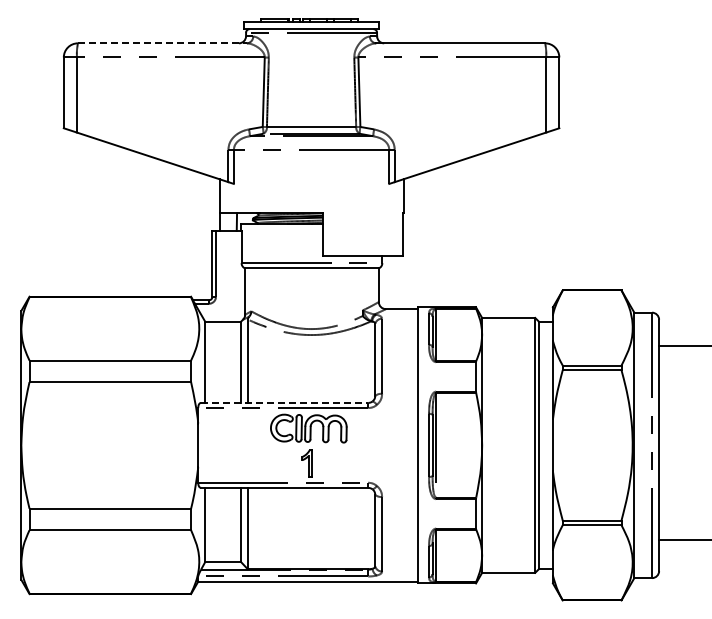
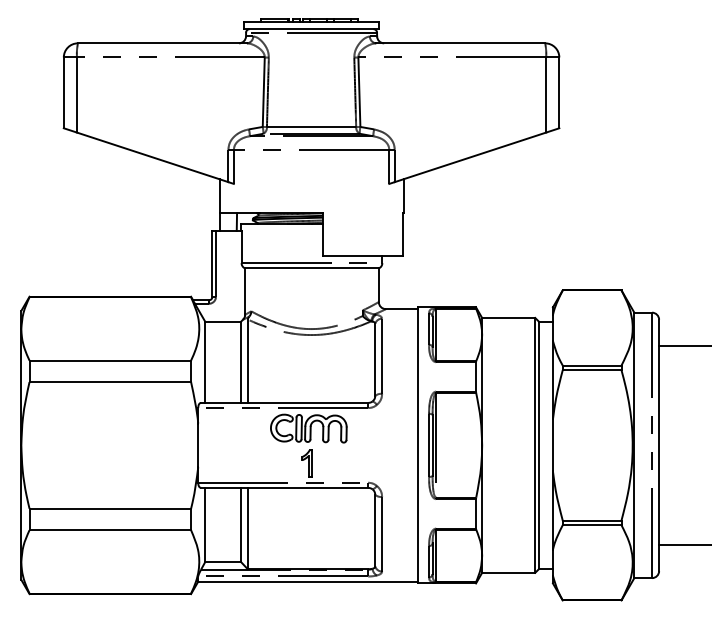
line at (162, 43): dashed -> solid
line at (284, 402): dashed -> solid
line at (683, 539) position: (683, 539) -> (683, 544)
